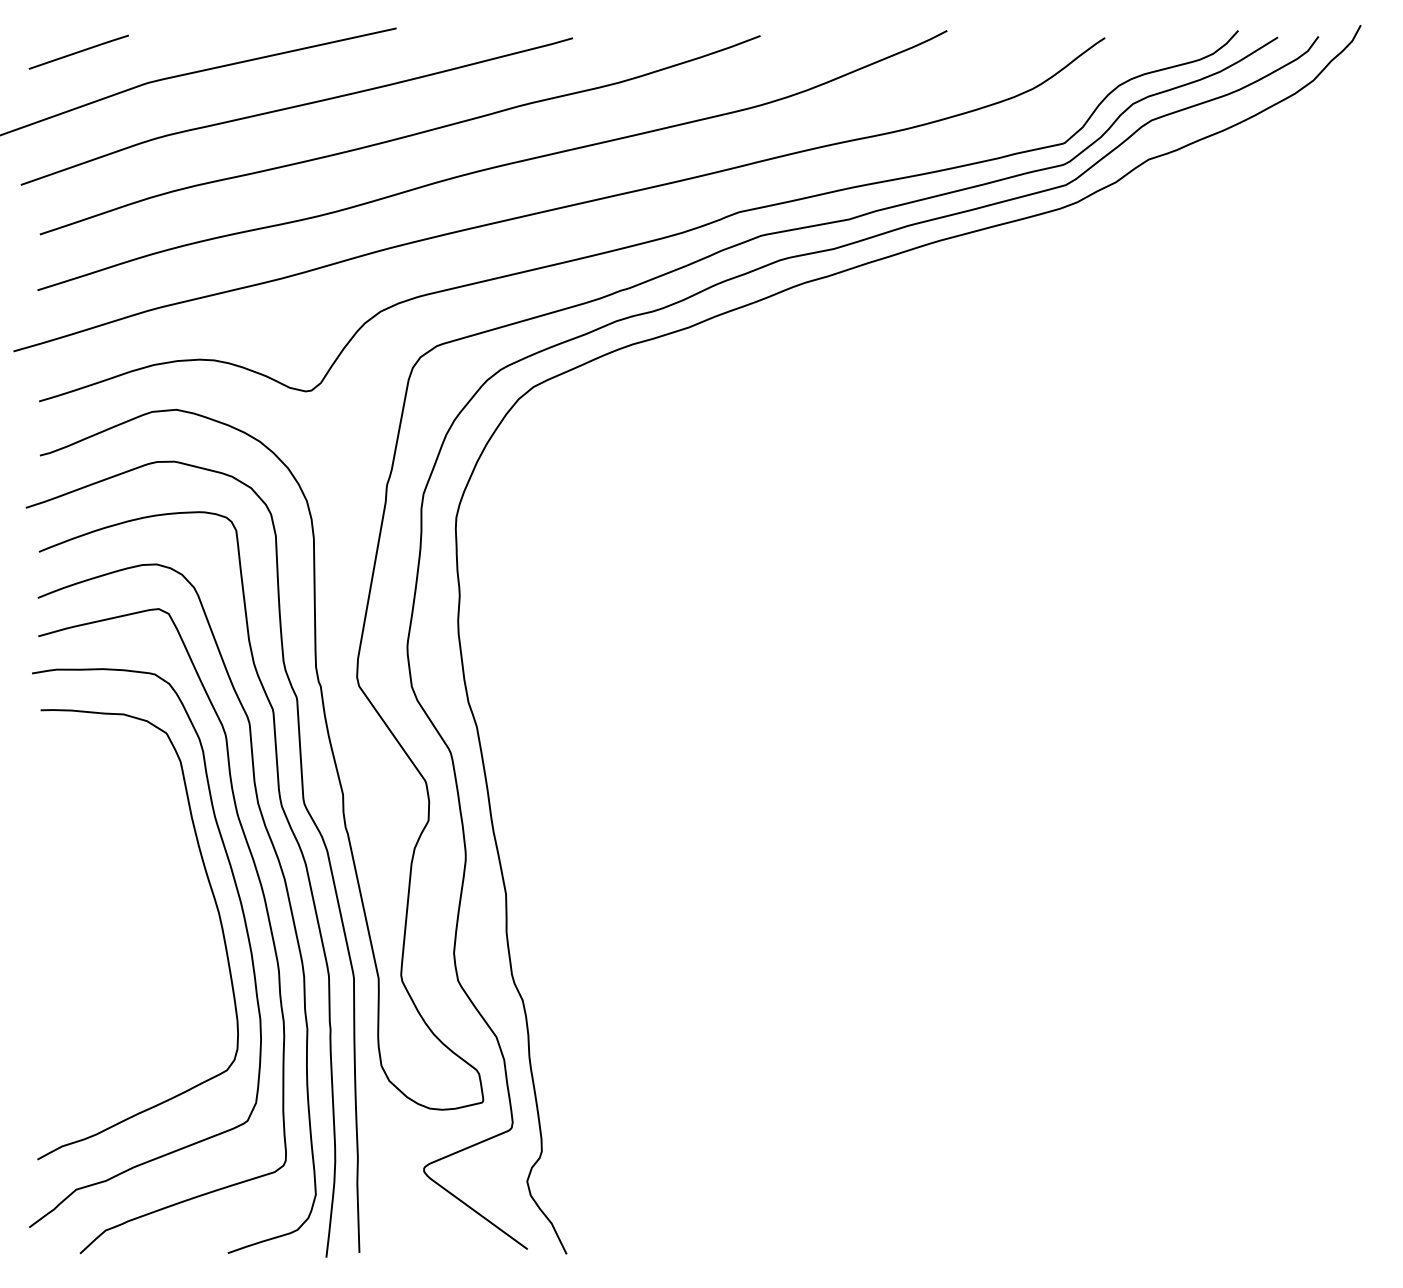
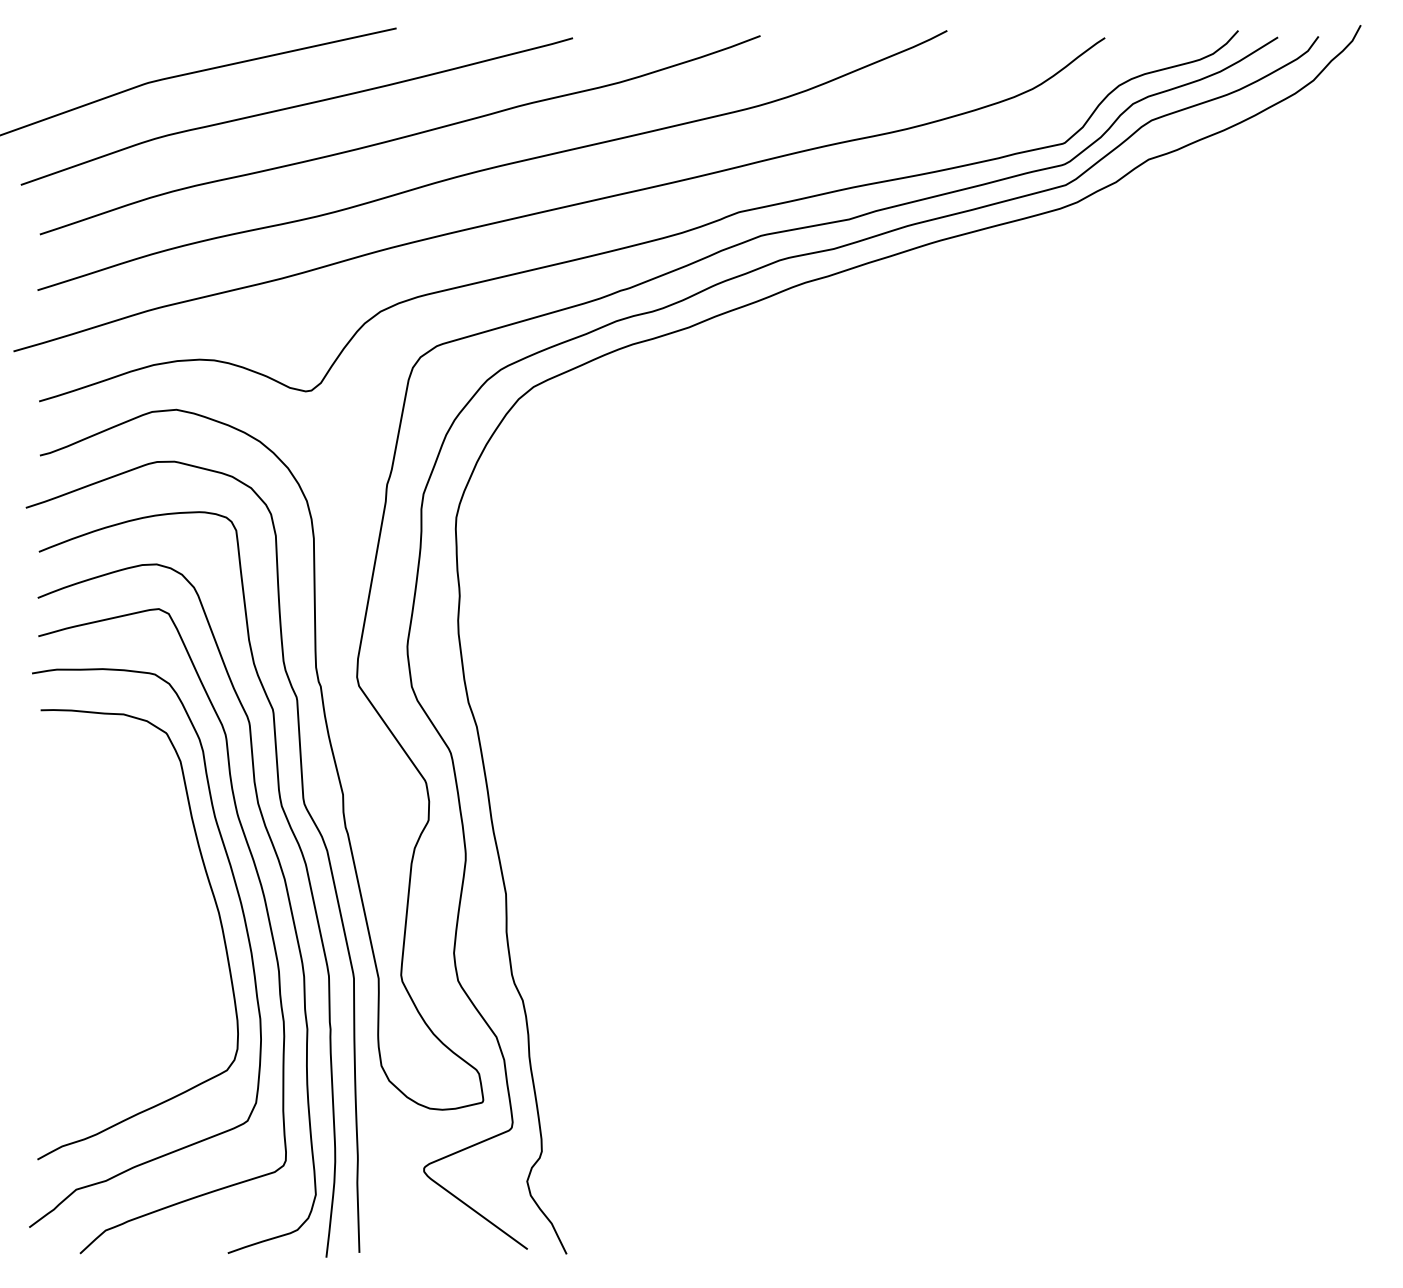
line at (78, 51): present -> none
